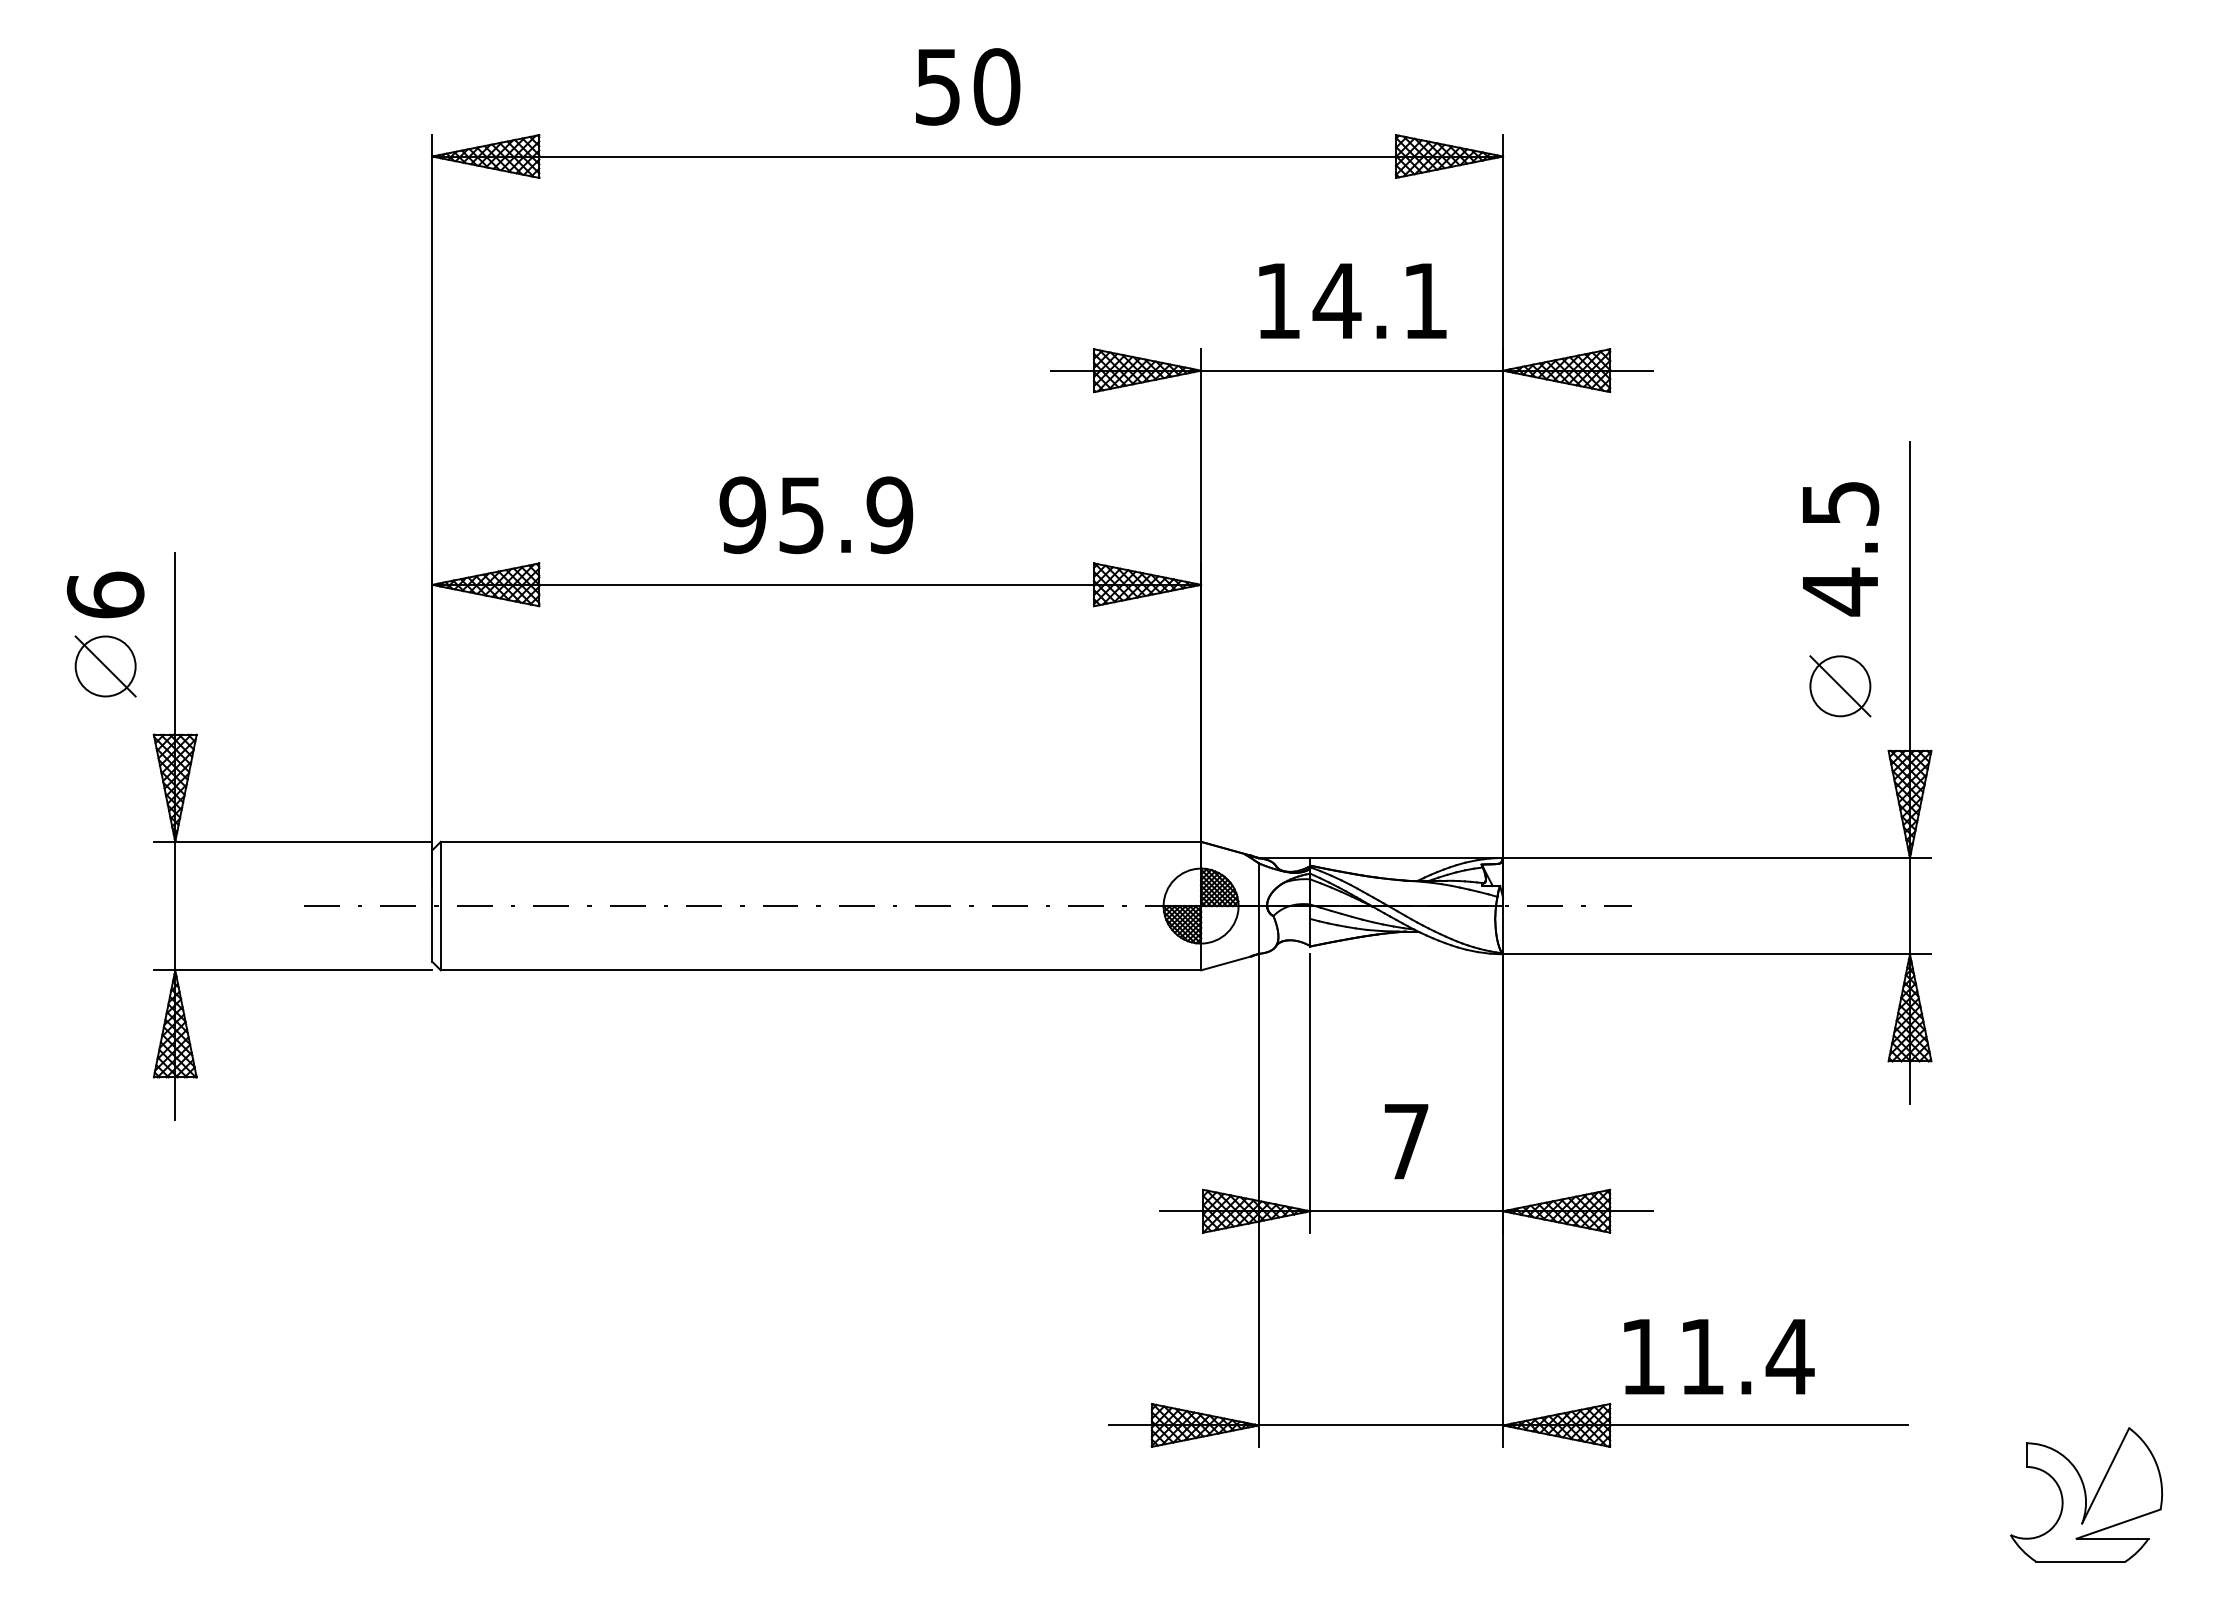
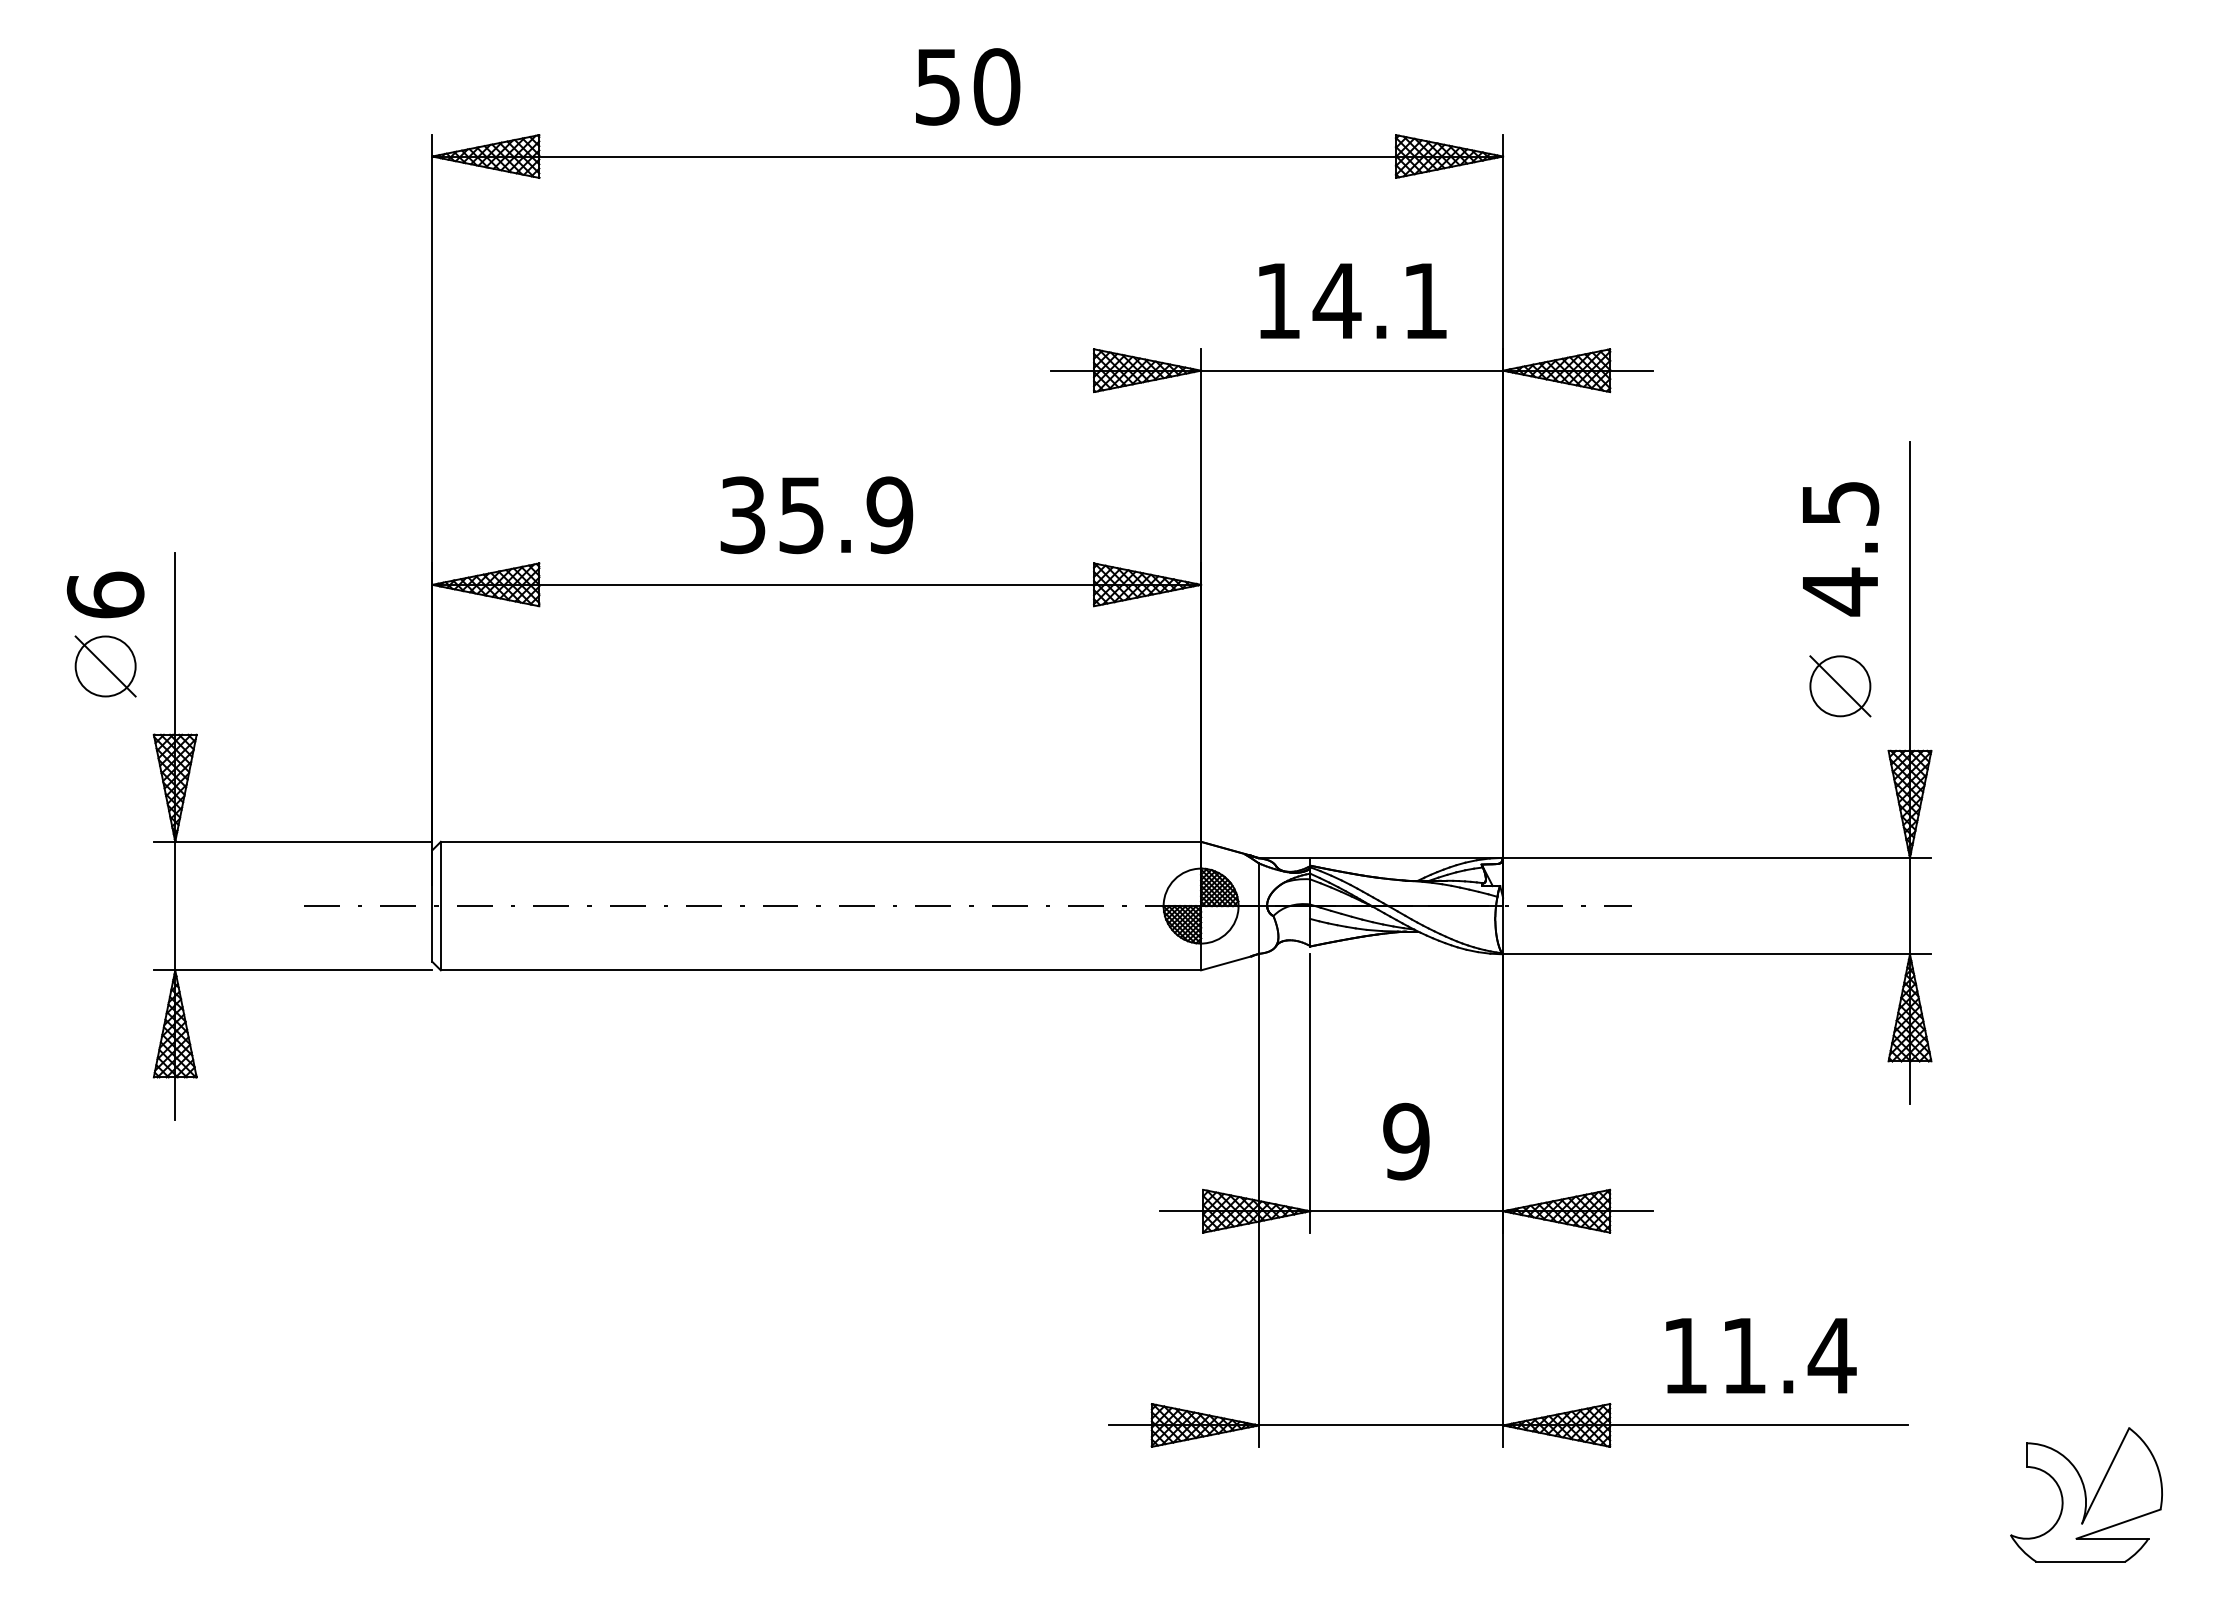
text at (742, 514): 95.9 -> 35.9
text at (1406, 1141): 7 -> 9
text at (1719, 1356) position: (1719, 1356) -> (1761, 1355)
